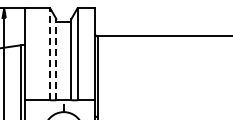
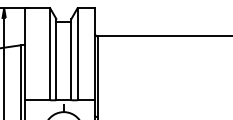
line at (50, 53): dashed -> solid
line at (56, 59): dashed -> solid
